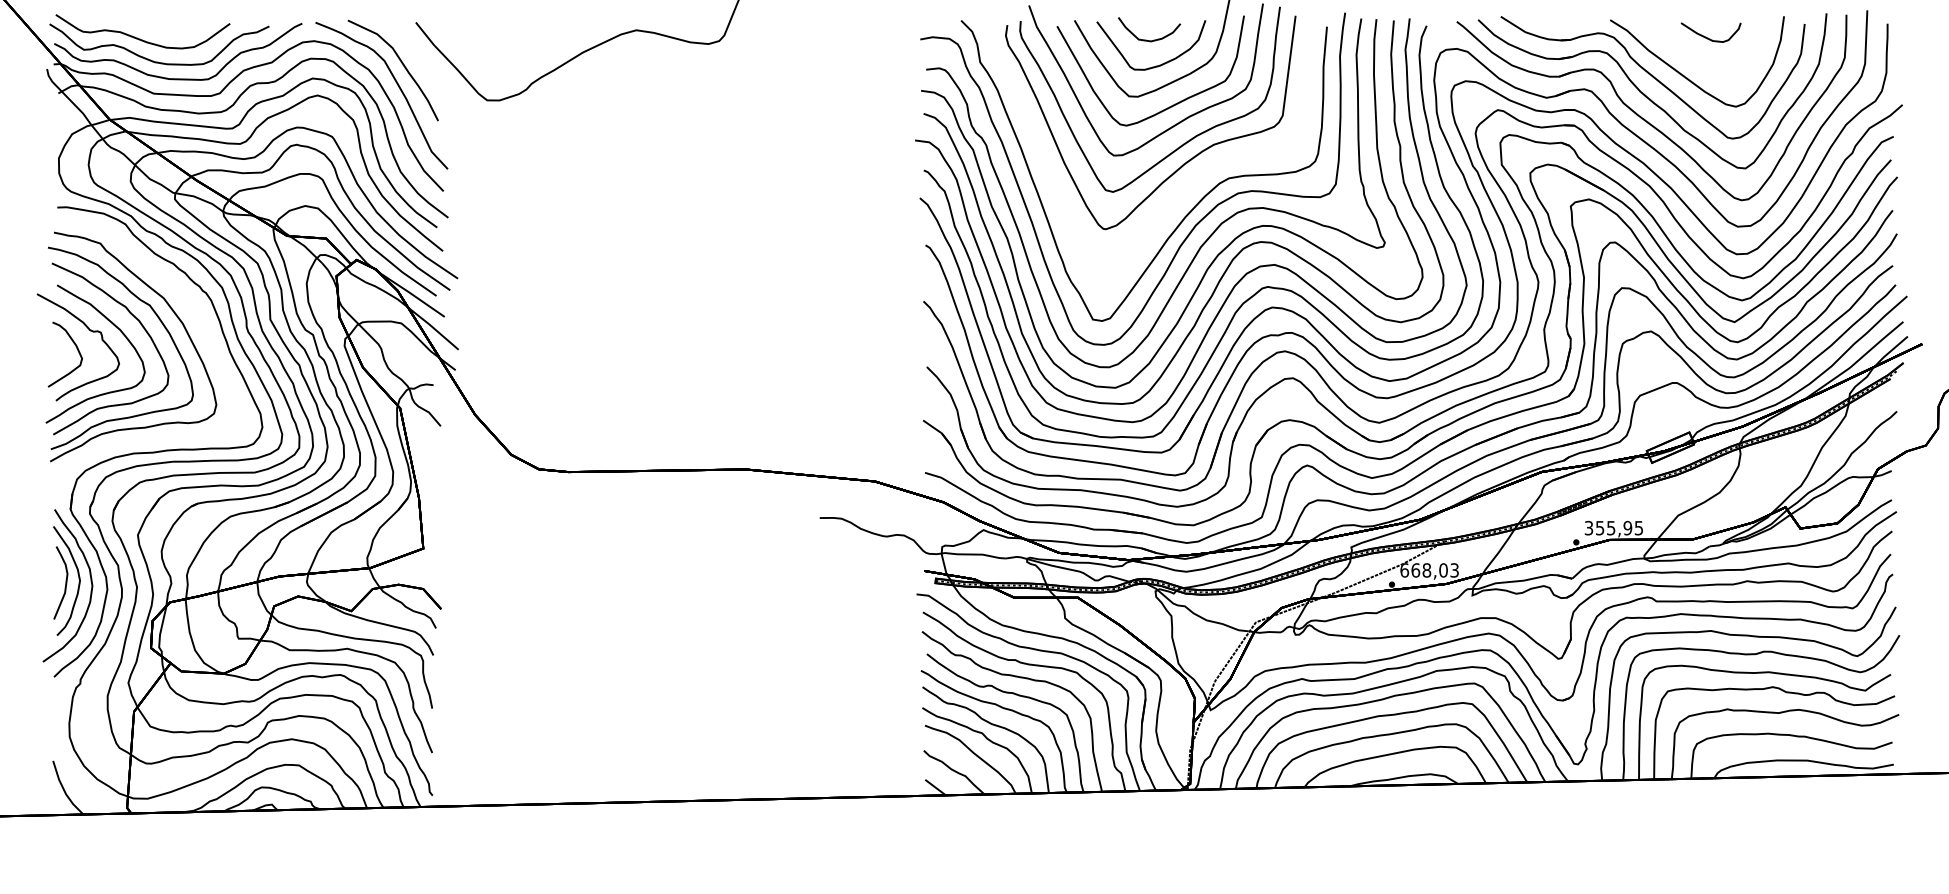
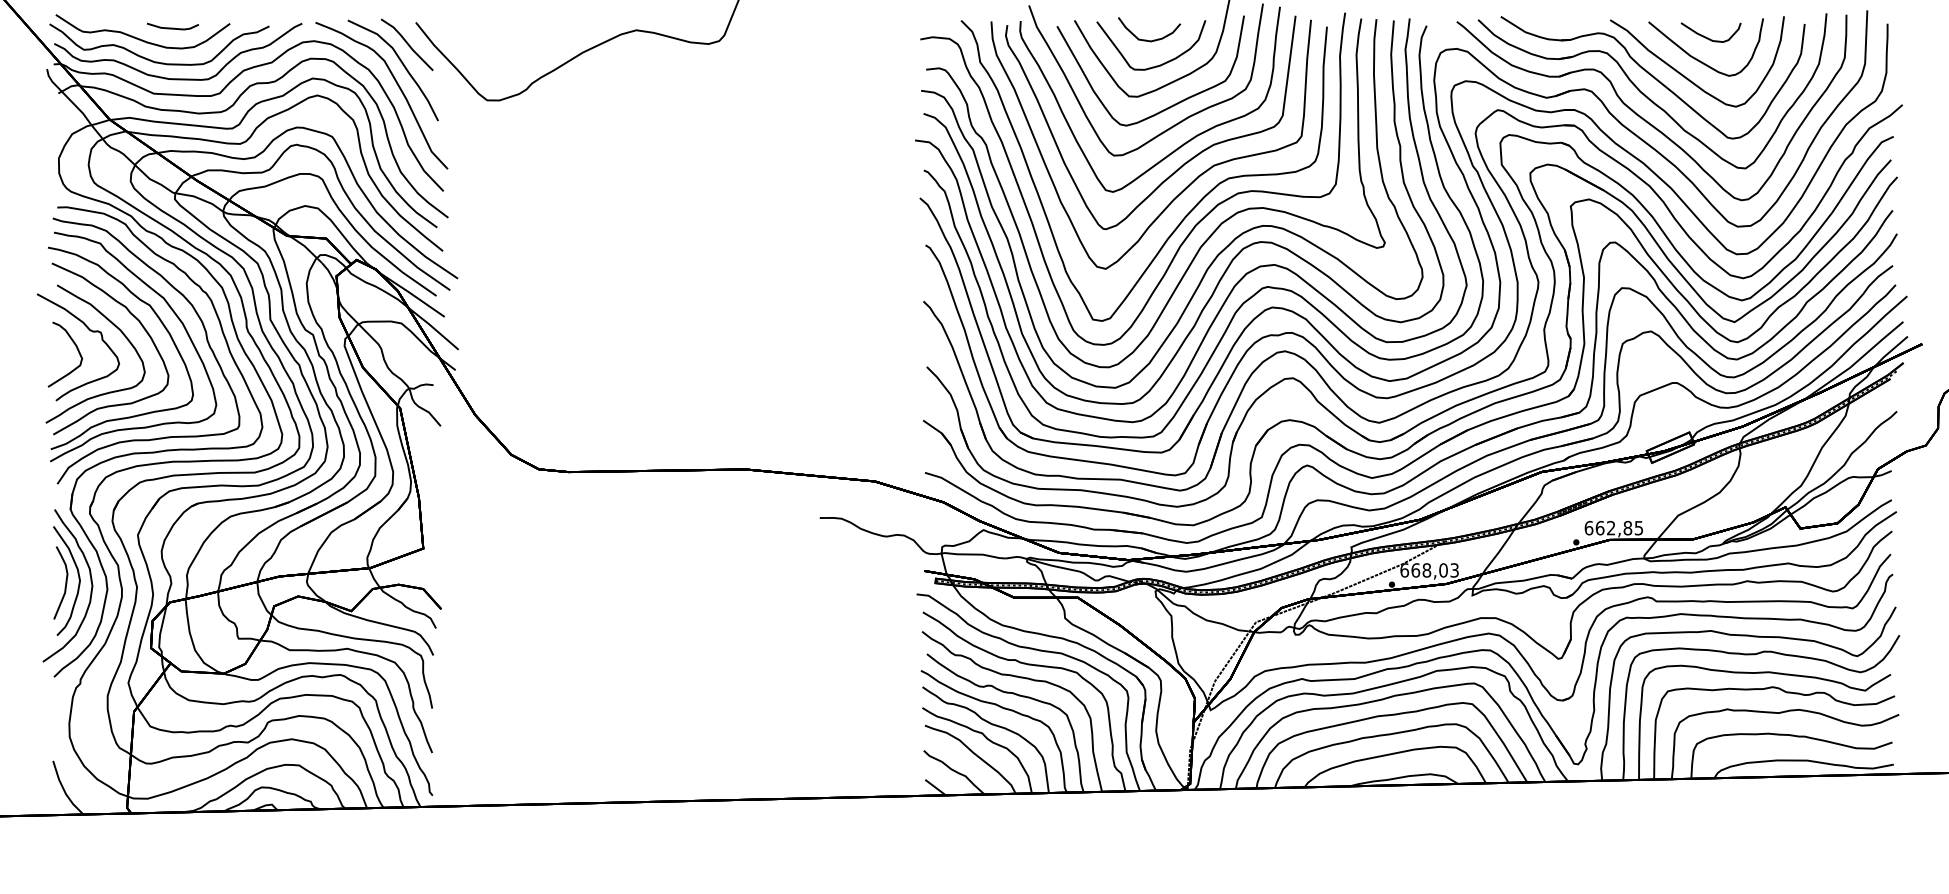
line at (173, 27): none -> present
line at (406, 43): none -> present
curve at (1698, 59): none -> present
curve at (1189, 183): none -> present
curve at (205, 336): none -> present
text at (1608, 527): 355,95 -> 662,85
